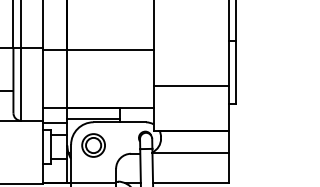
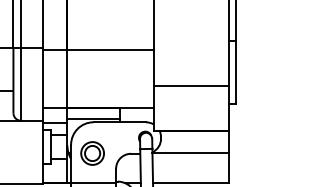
part at (93, 145) position: (93, 145) -> (92, 153)
